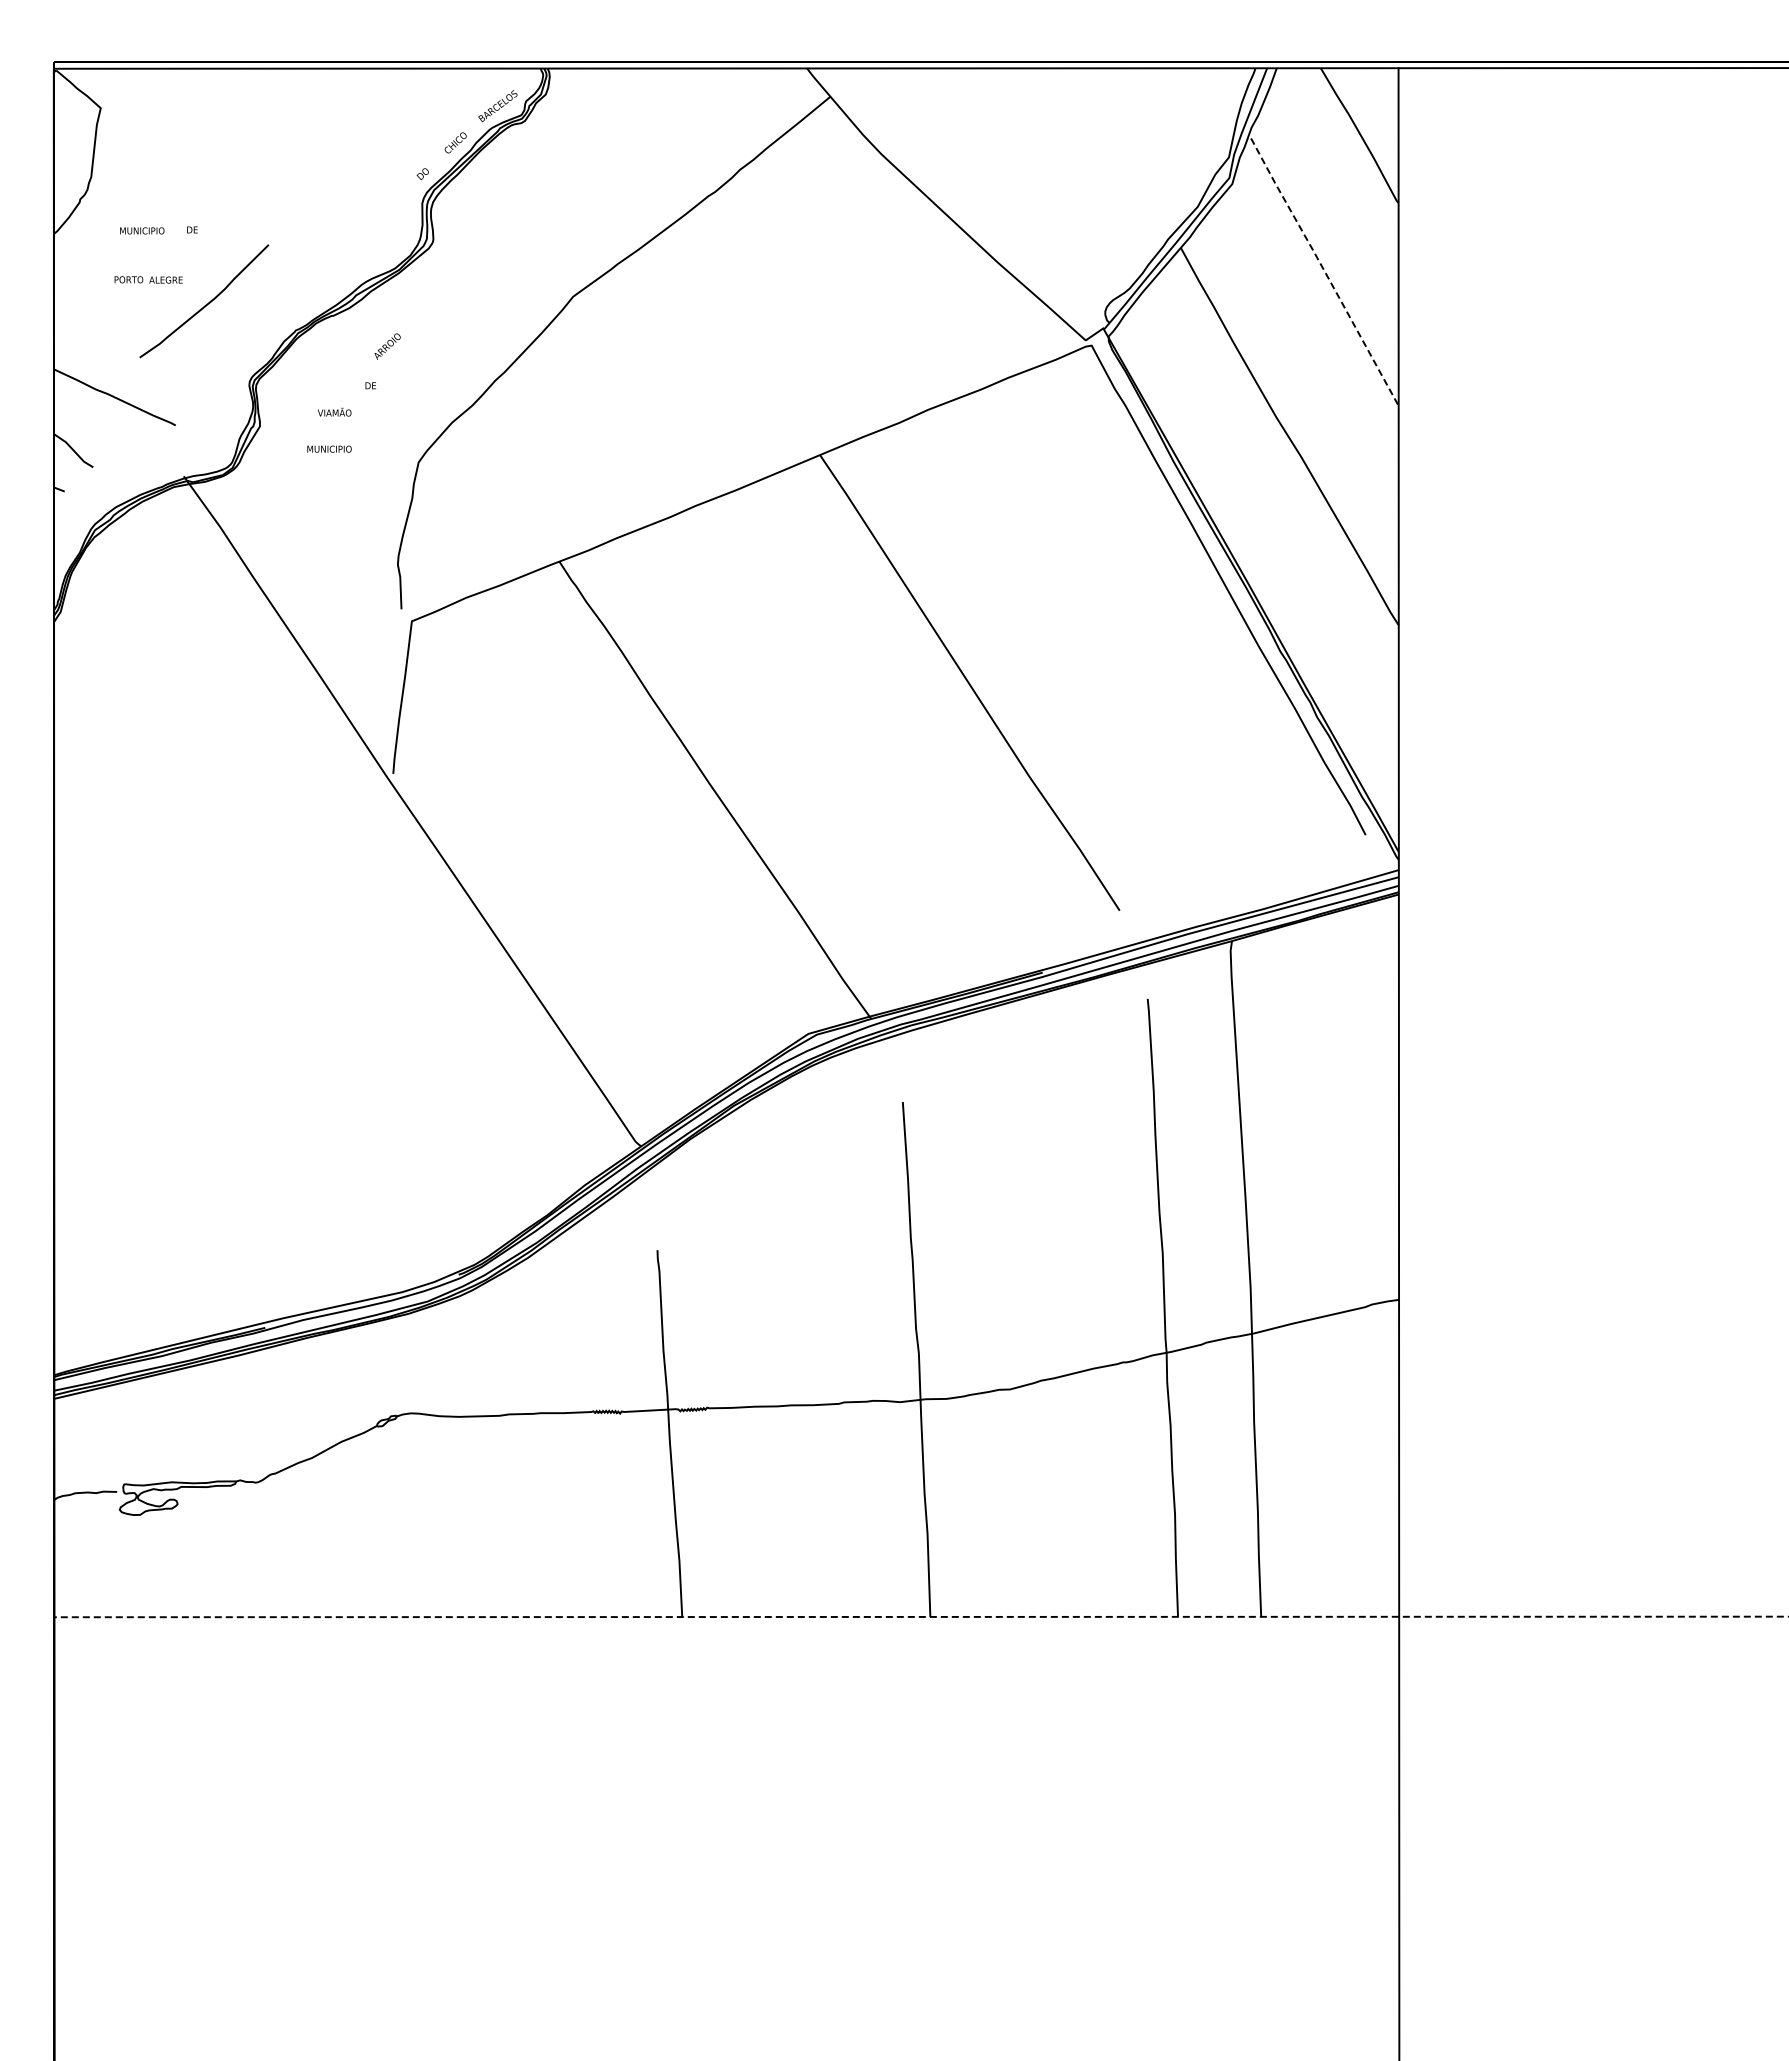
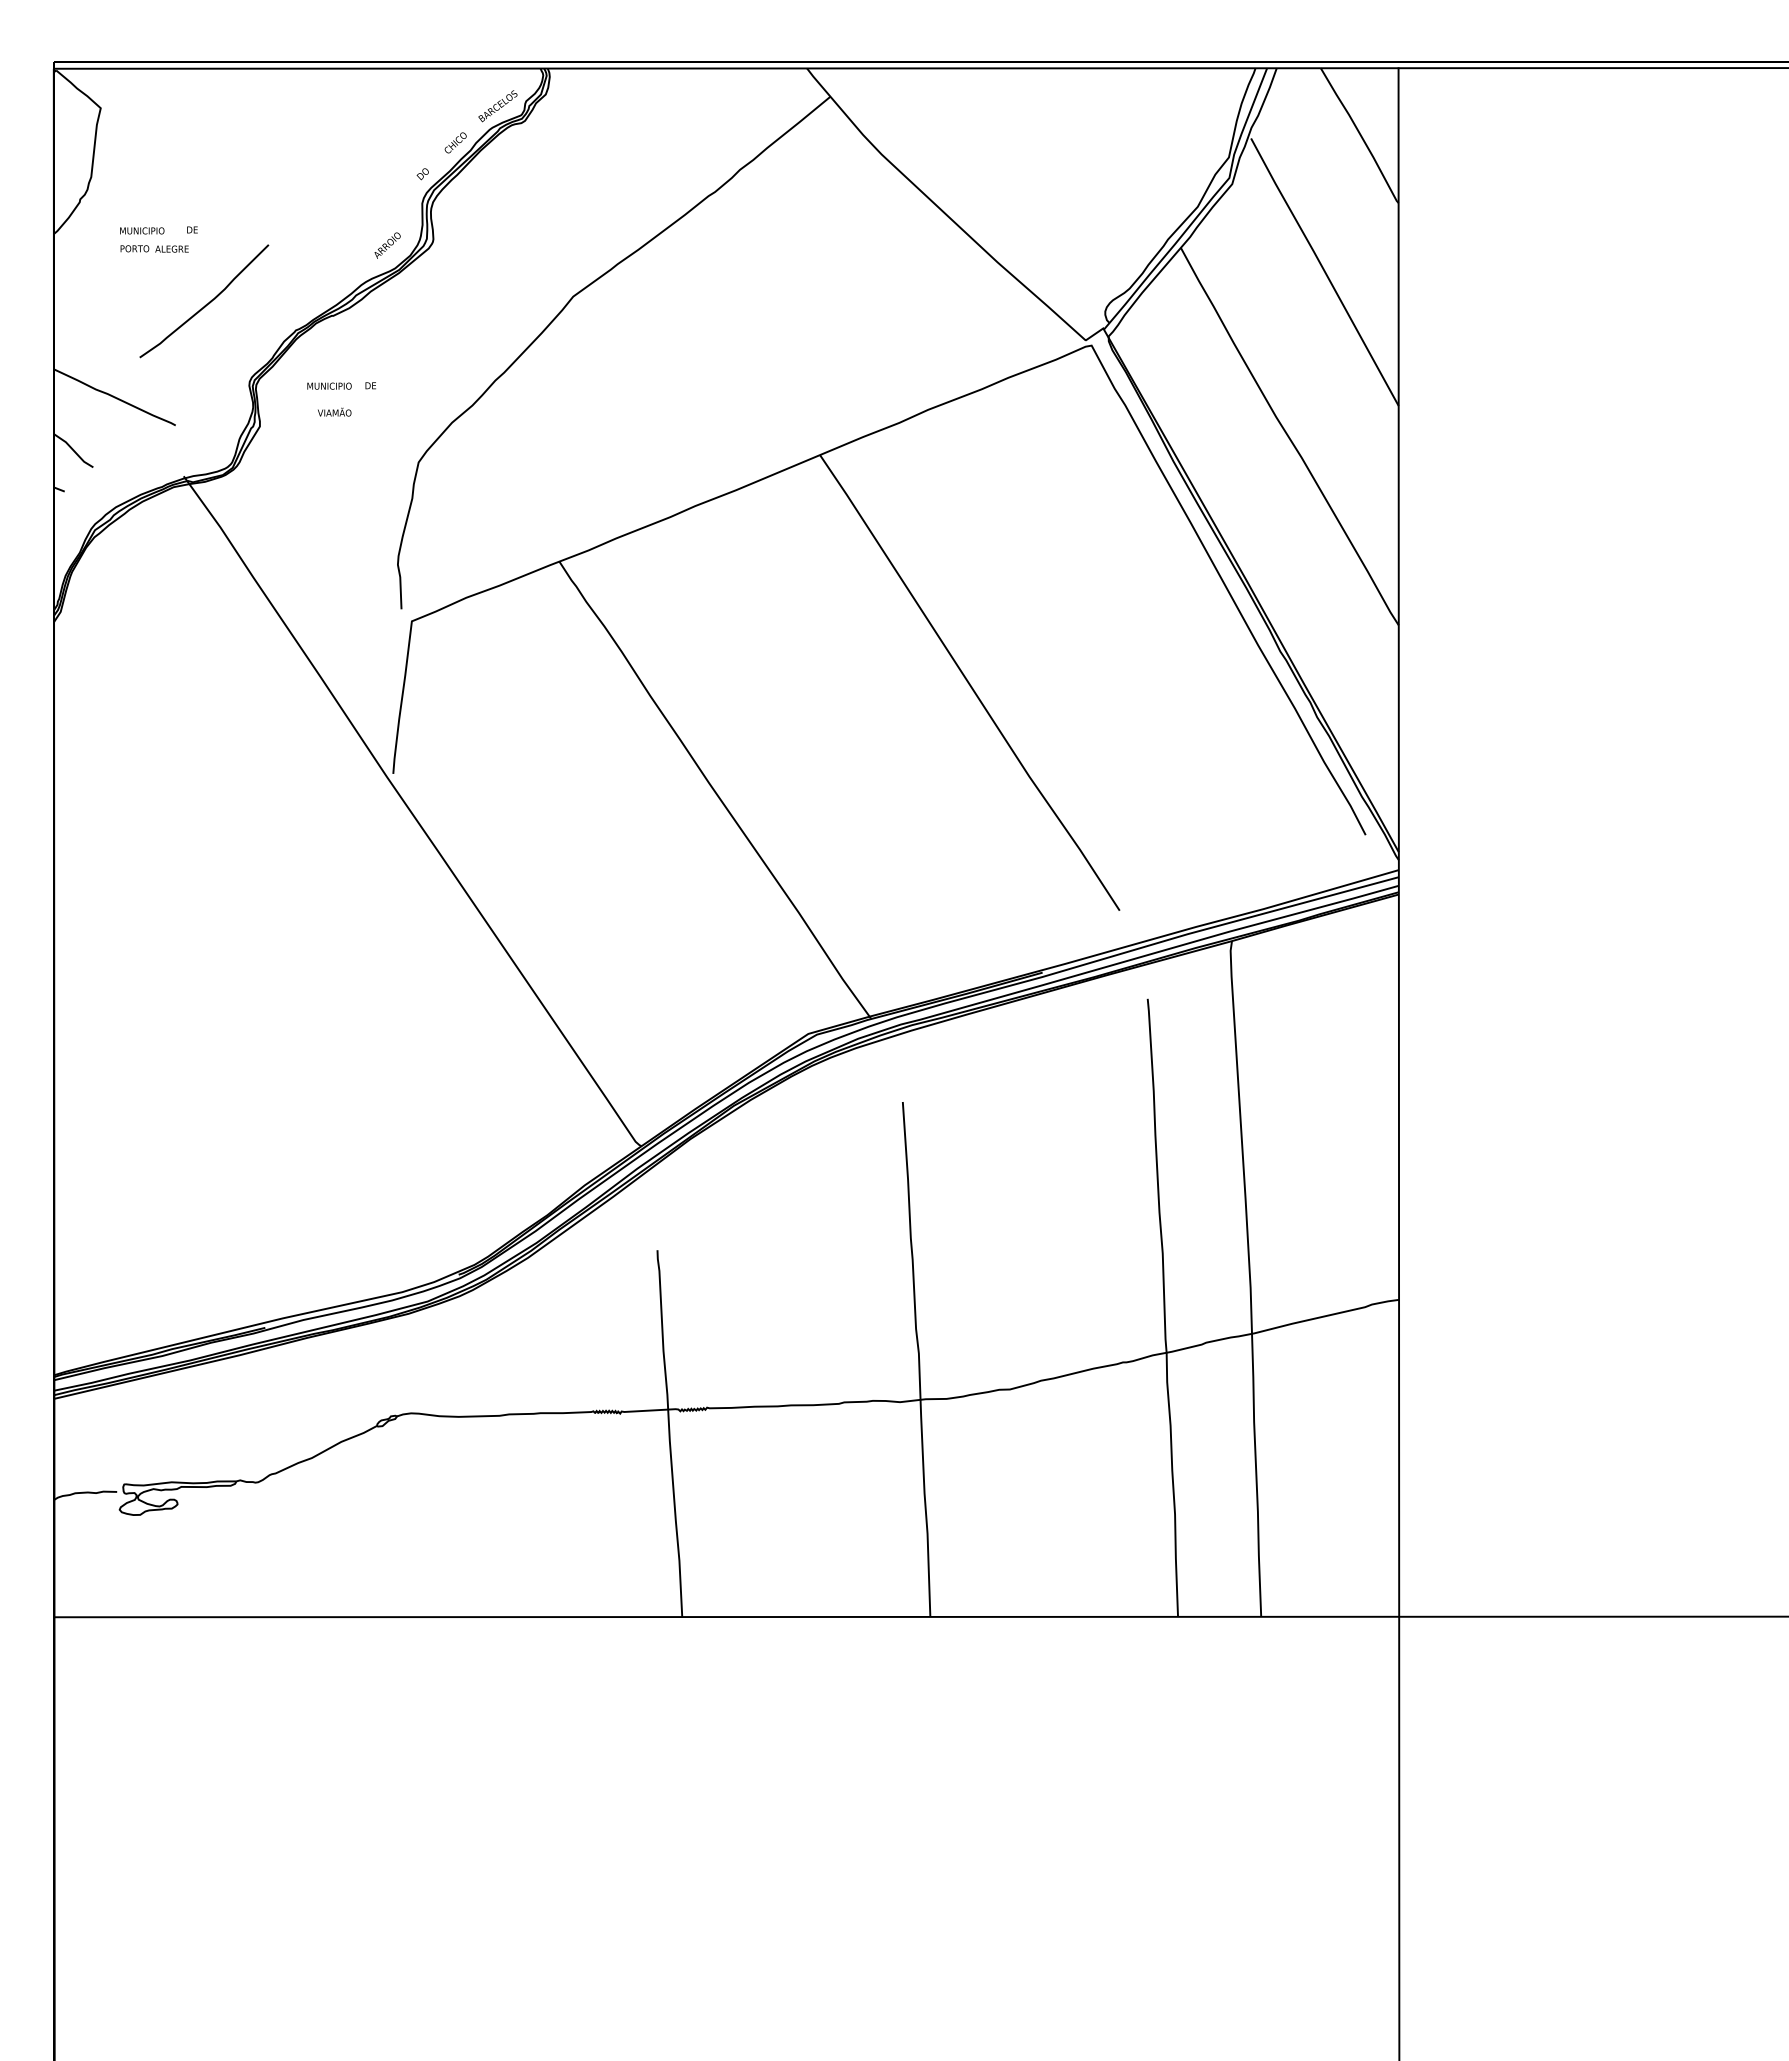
line at (1324, 271): dashed -> solid
text at (148, 279) position: (148, 279) -> (154, 248)
text at (387, 346) position: (387, 346) -> (387, 245)
text at (329, 448) position: (329, 448) -> (329, 385)
line at (920, 1616): dashed -> solid
